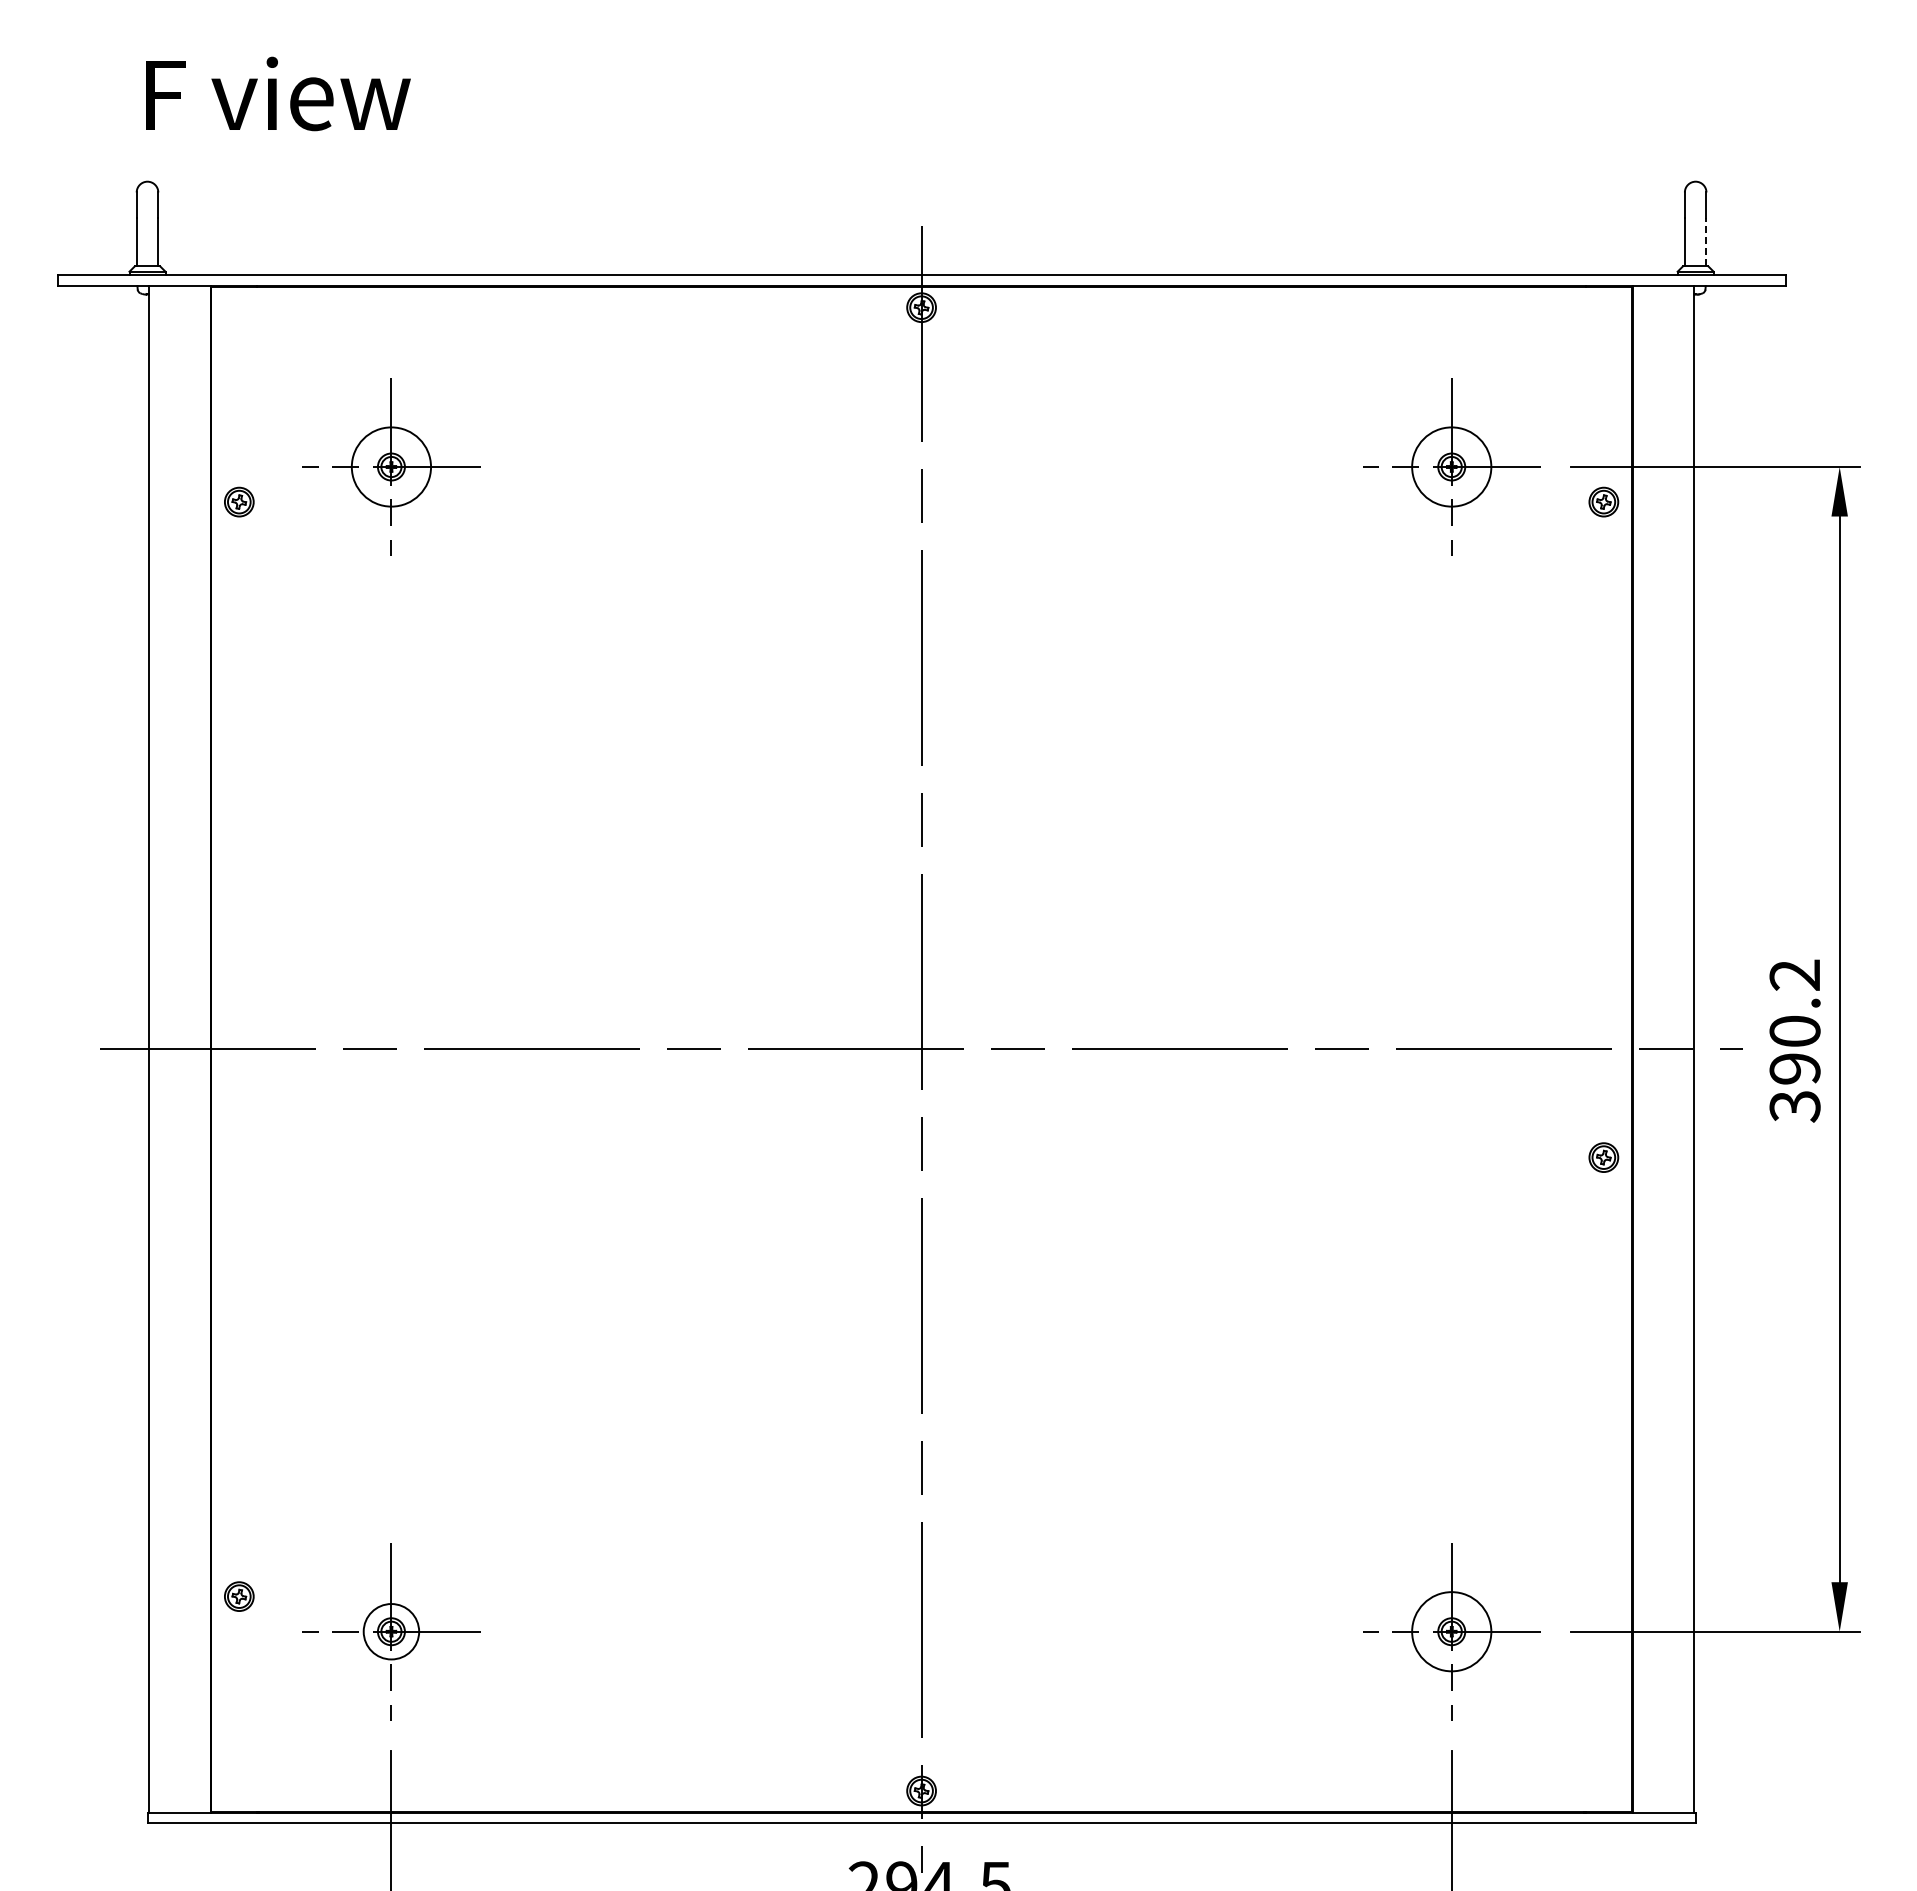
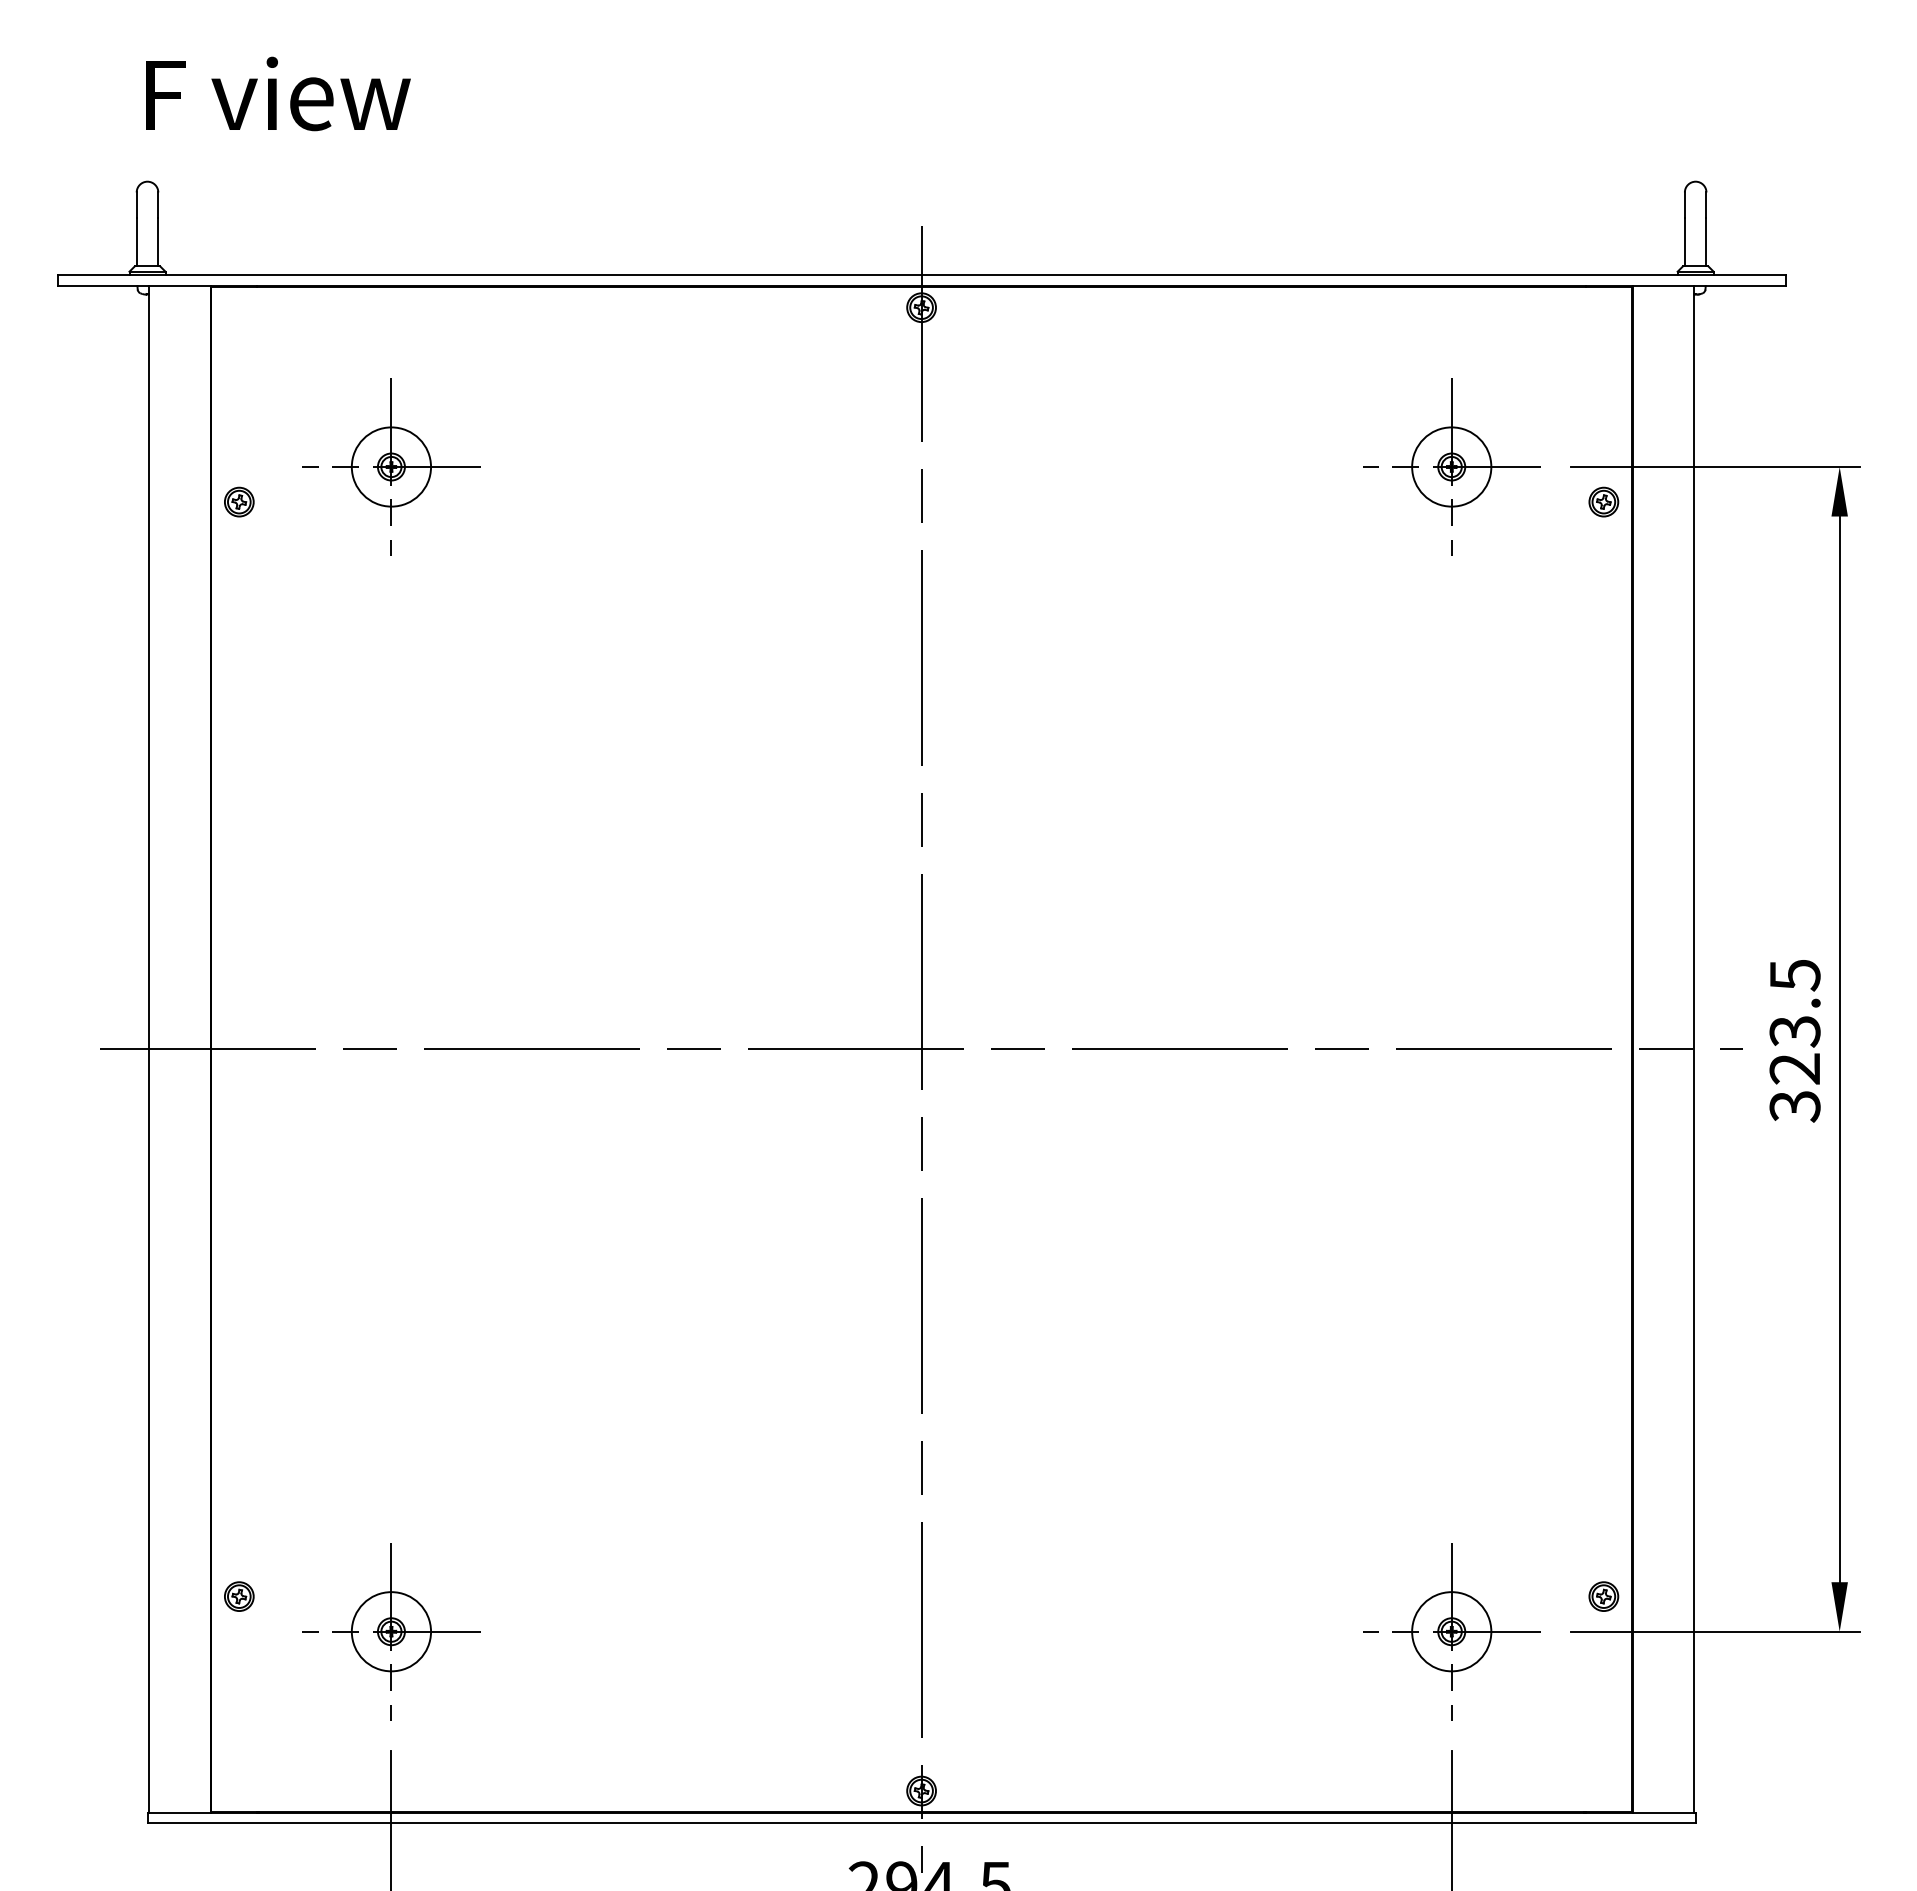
line at (1706, 241): dashed -> solid
text at (1794, 1021): 390.2 -> 323.5
part at (1603, 1157) position: (1603, 1157) -> (1603, 1596)
circle at (391, 1631) diameter: 55 px -> 79 px
